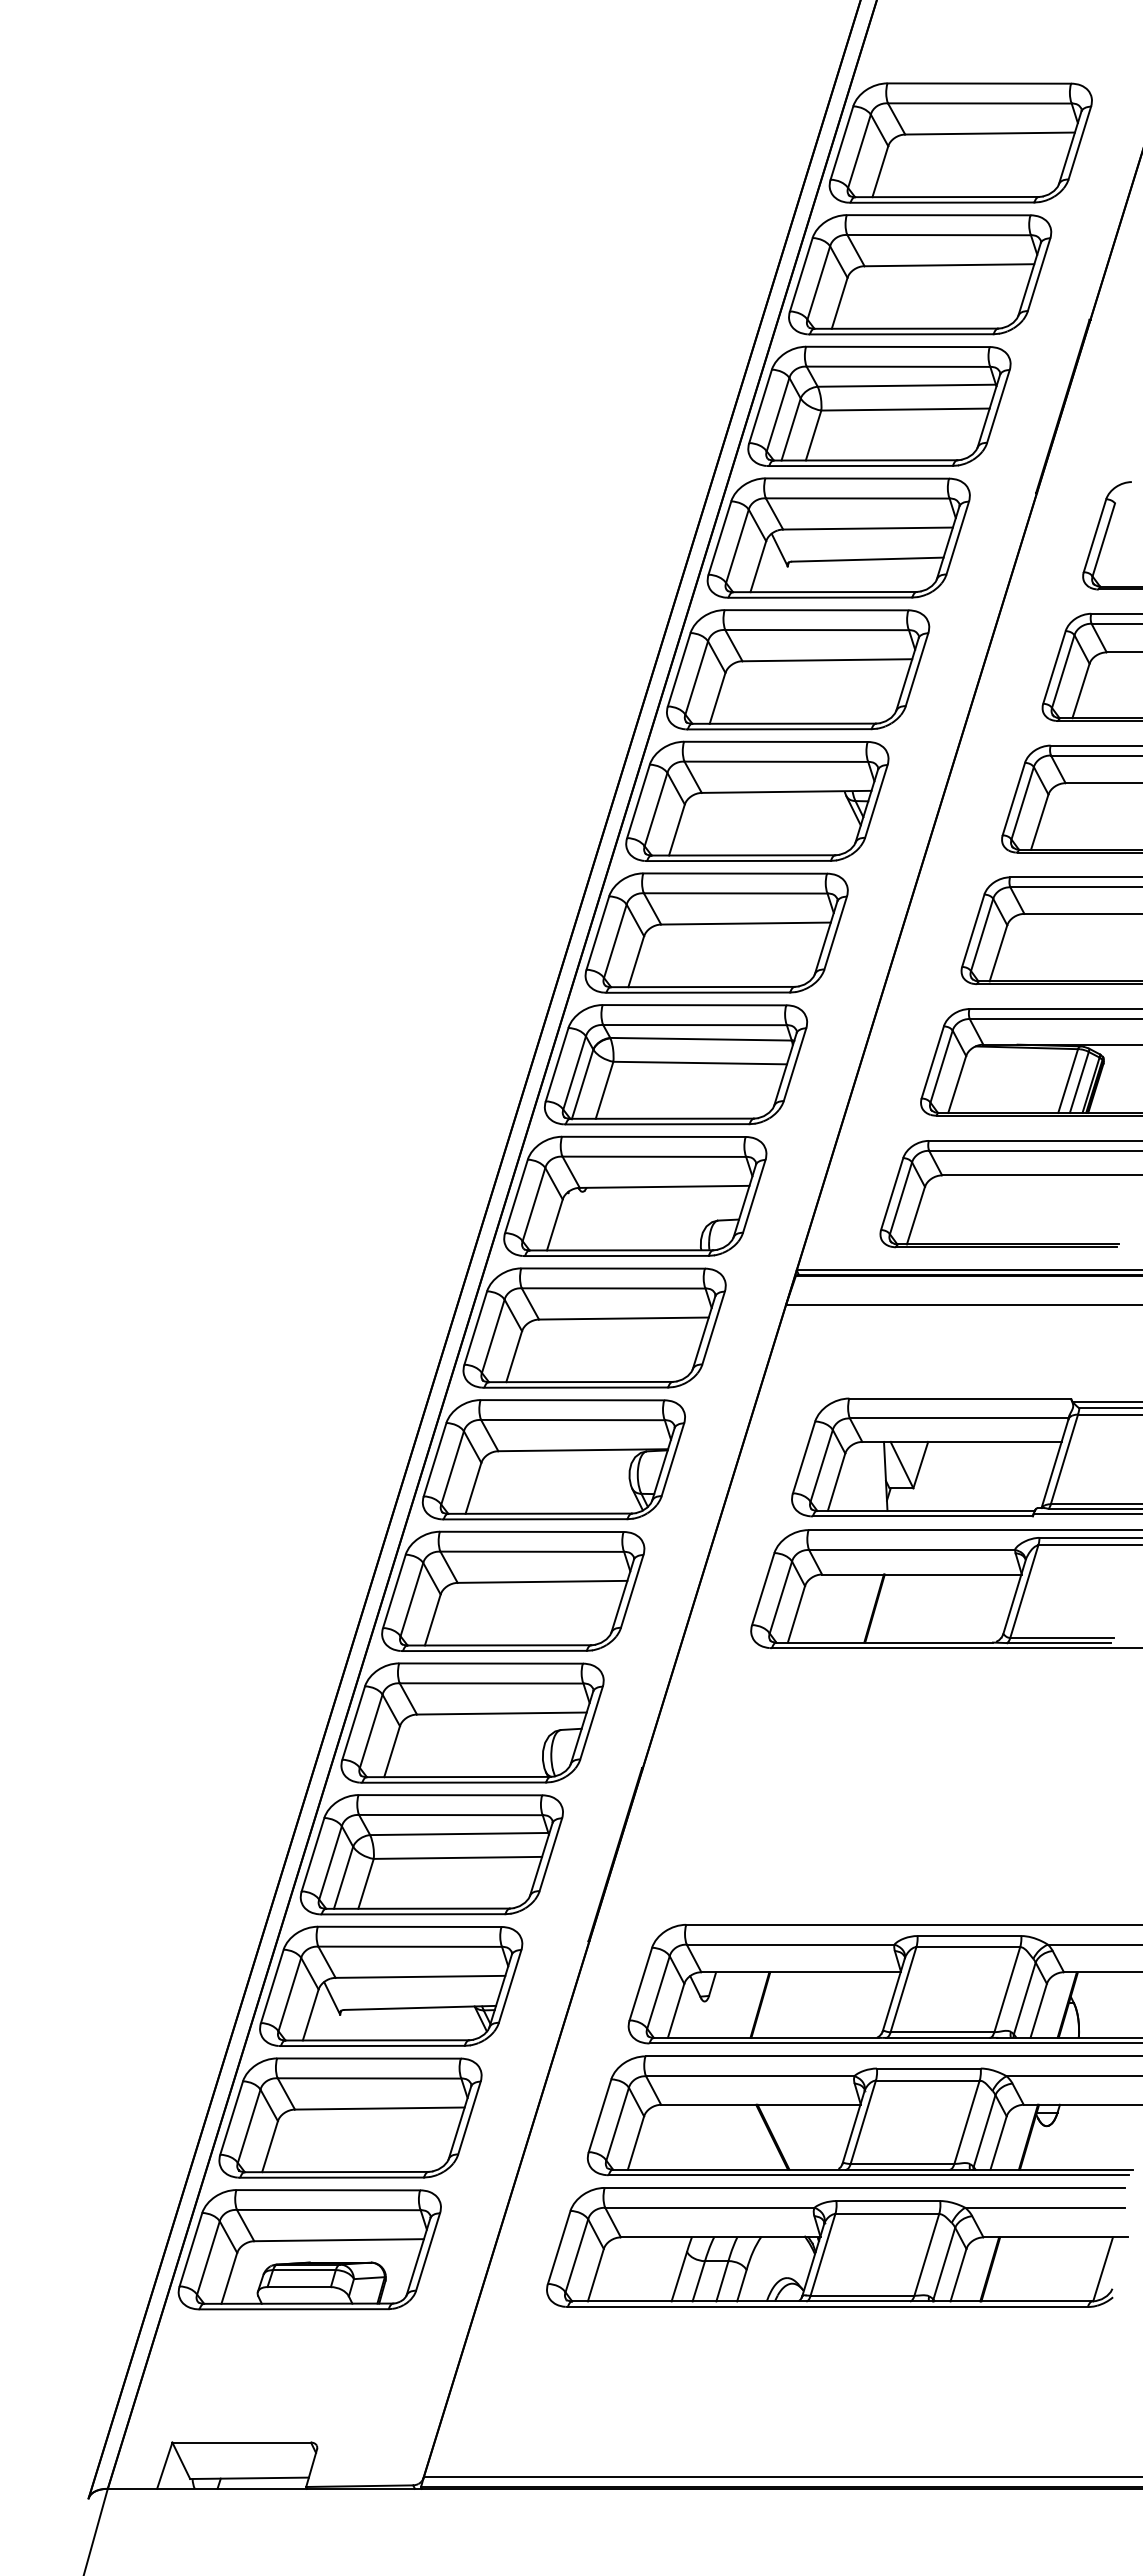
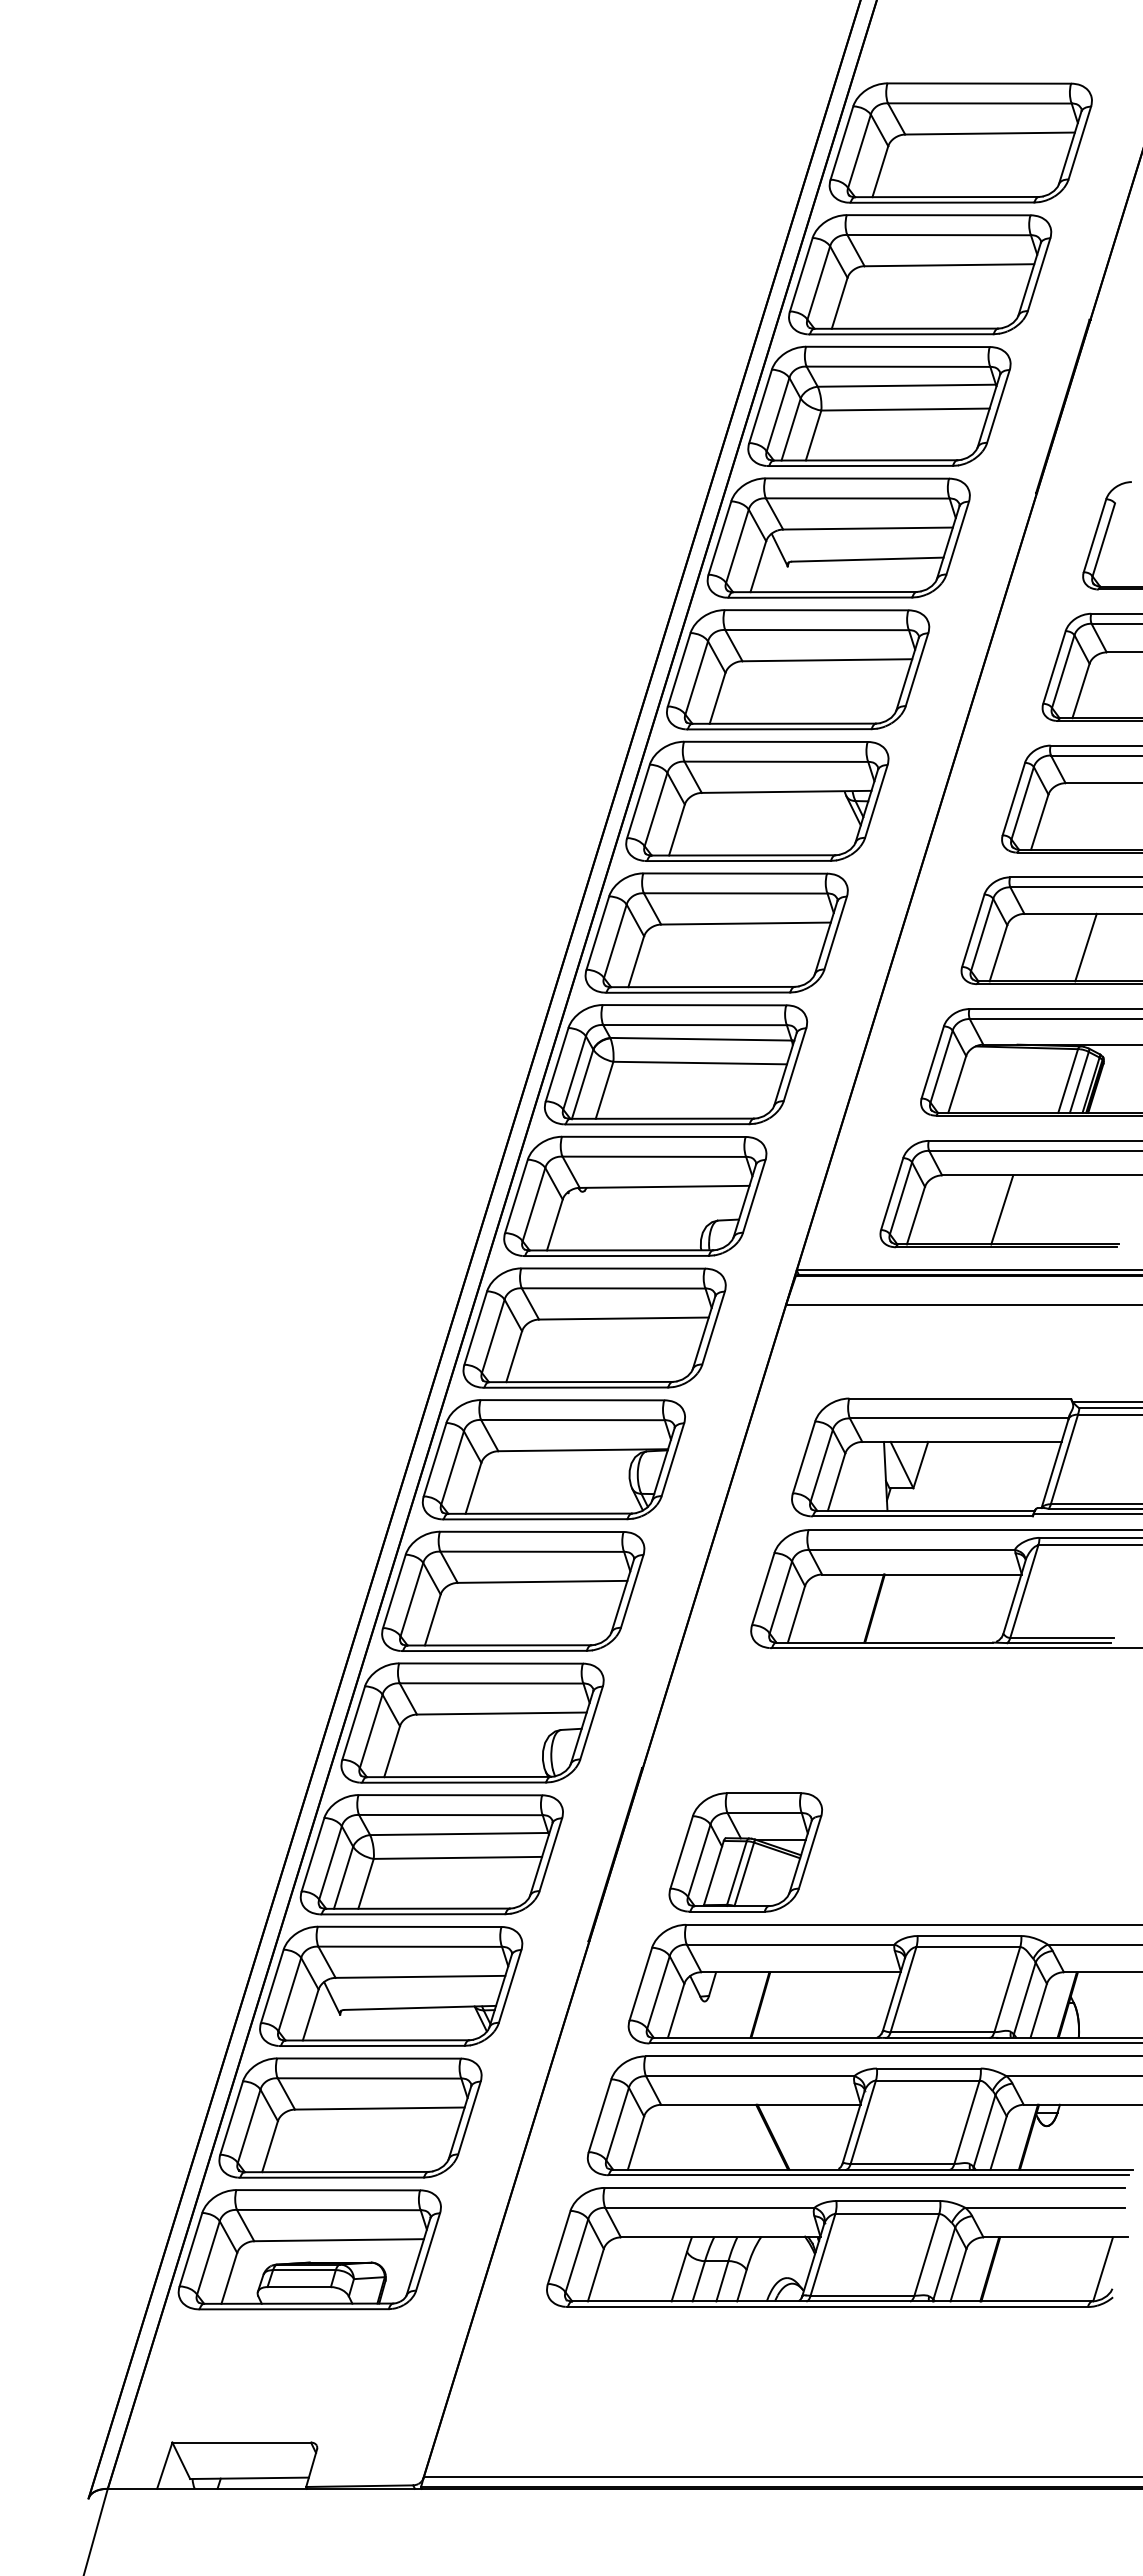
line at (1085, 947): none -> present
line at (1002, 1209): none -> present
part at (745, 1852): none -> present
